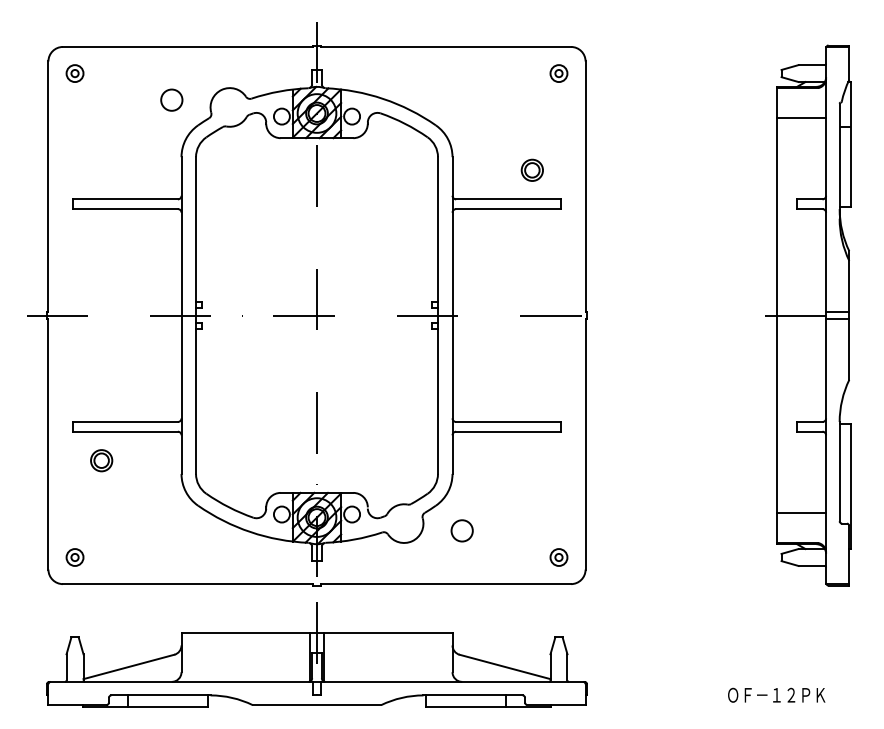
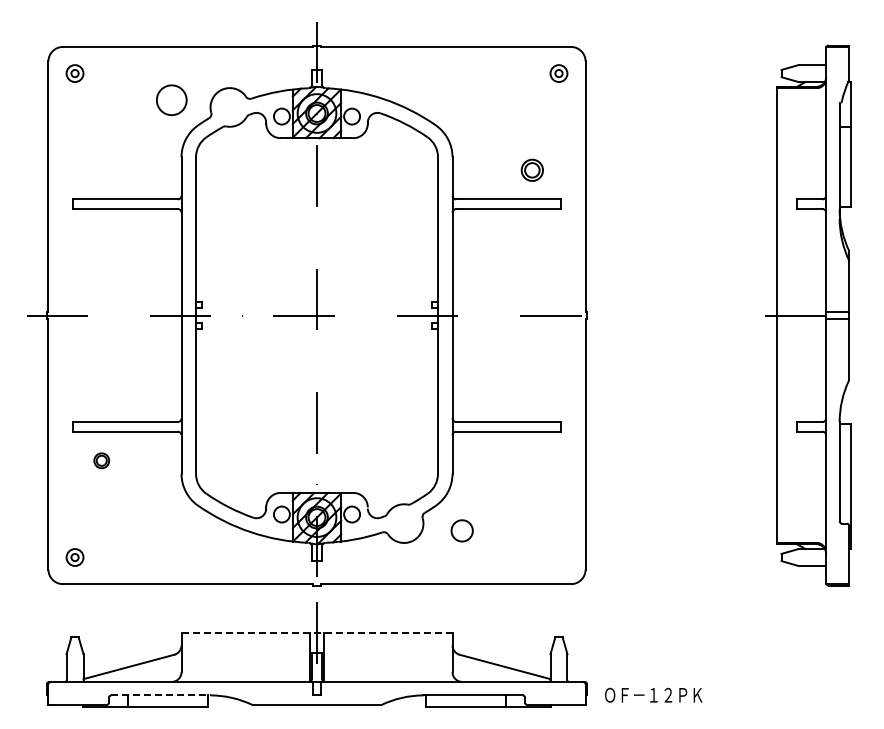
circle at (171, 99) size: 24x24 px -> 32x33 px
line at (801, 118): present -> none
part at (101, 460) size: 24x24 px -> 18x18 px
line at (801, 512): present -> none
part at (558, 557): present -> none
line at (317, 632): solid -> dashed
text at (776, 694) position: (776, 694) -> (653, 694)
line at (160, 695): solid -> dashed
